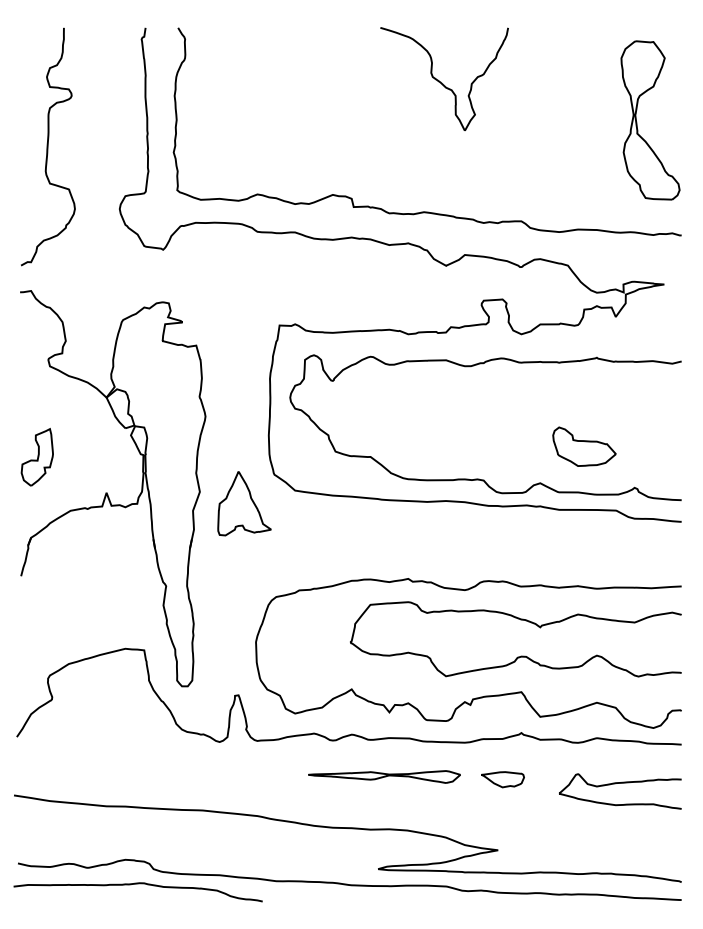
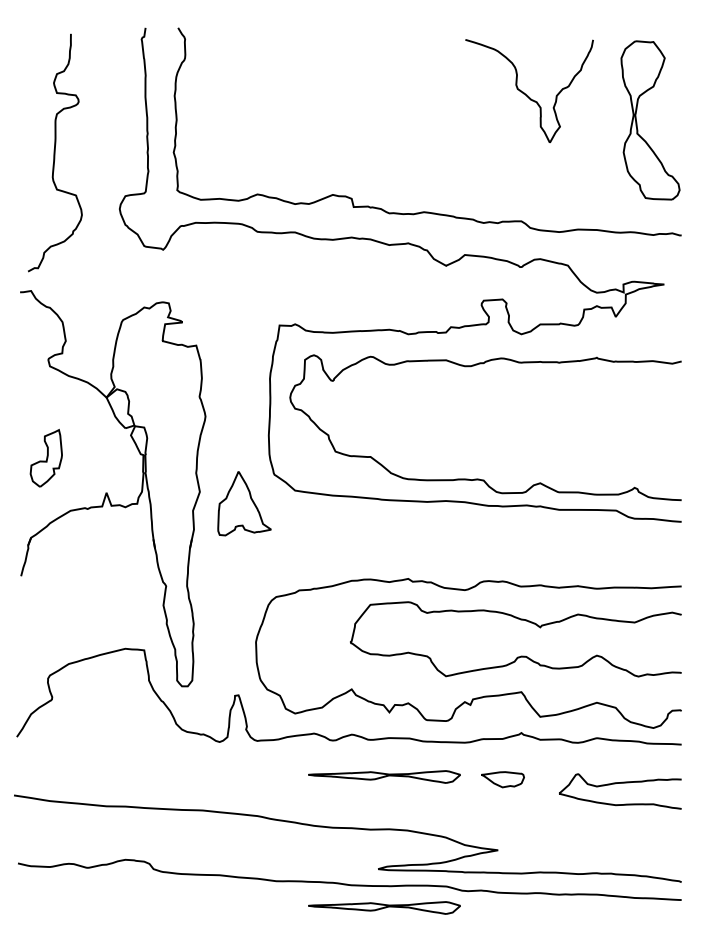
part at (444, 79) position: (444, 79) -> (529, 91)
curve at (48, 146) position: (48, 146) -> (55, 152)
part at (584, 446): present -> none
part at (36, 456) position: (36, 456) -> (45, 457)
curve at (137, 884): present -> none
part at (384, 907): none -> present
